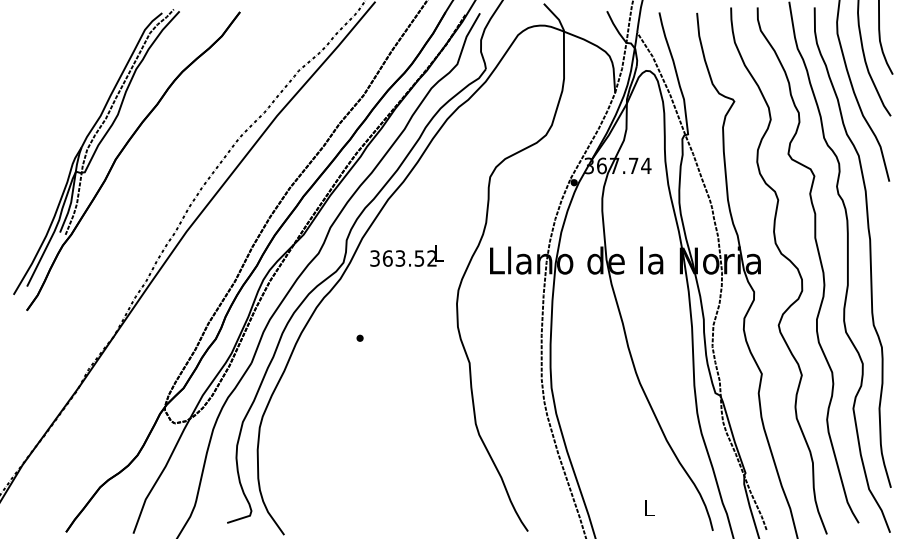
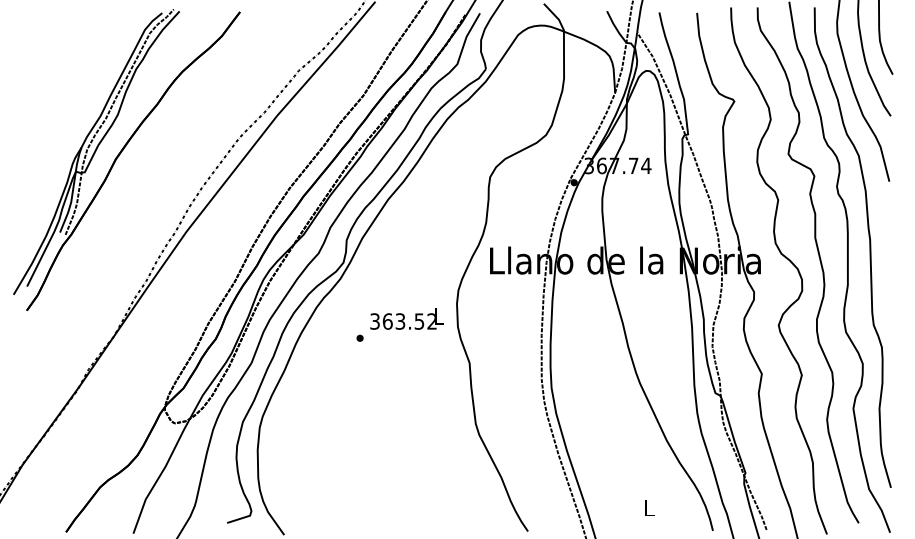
text at (406, 255) position: (406, 255) -> (406, 318)
